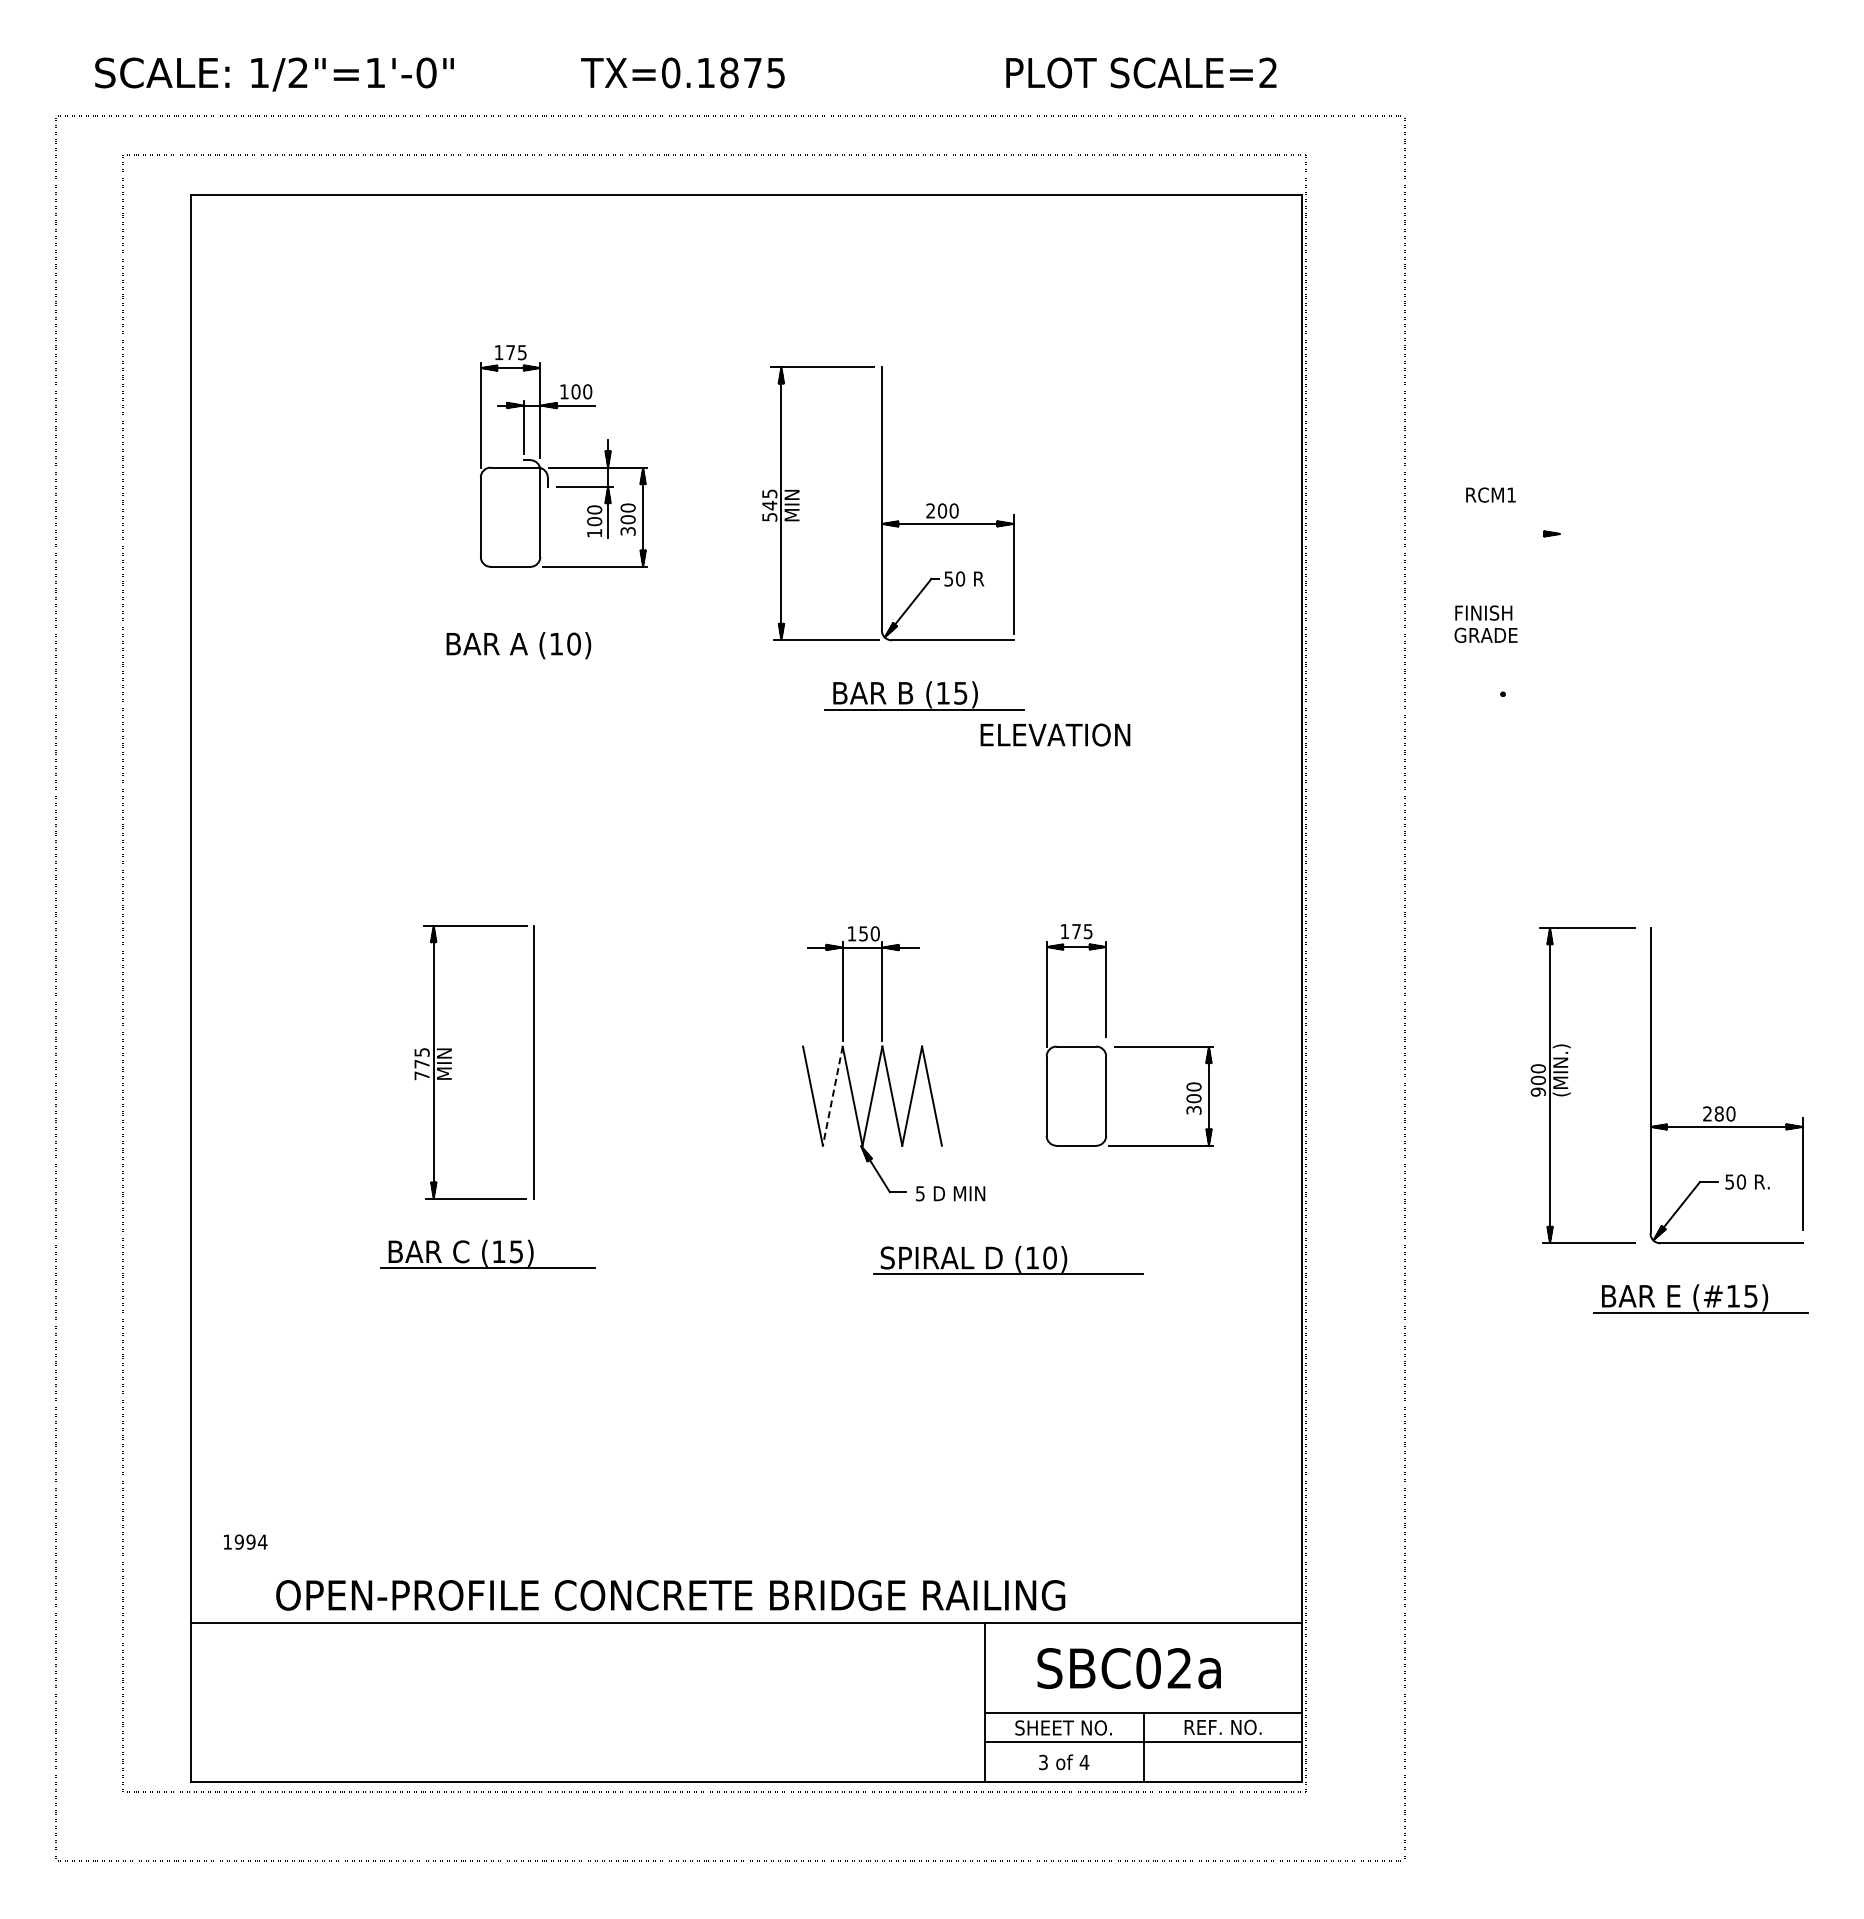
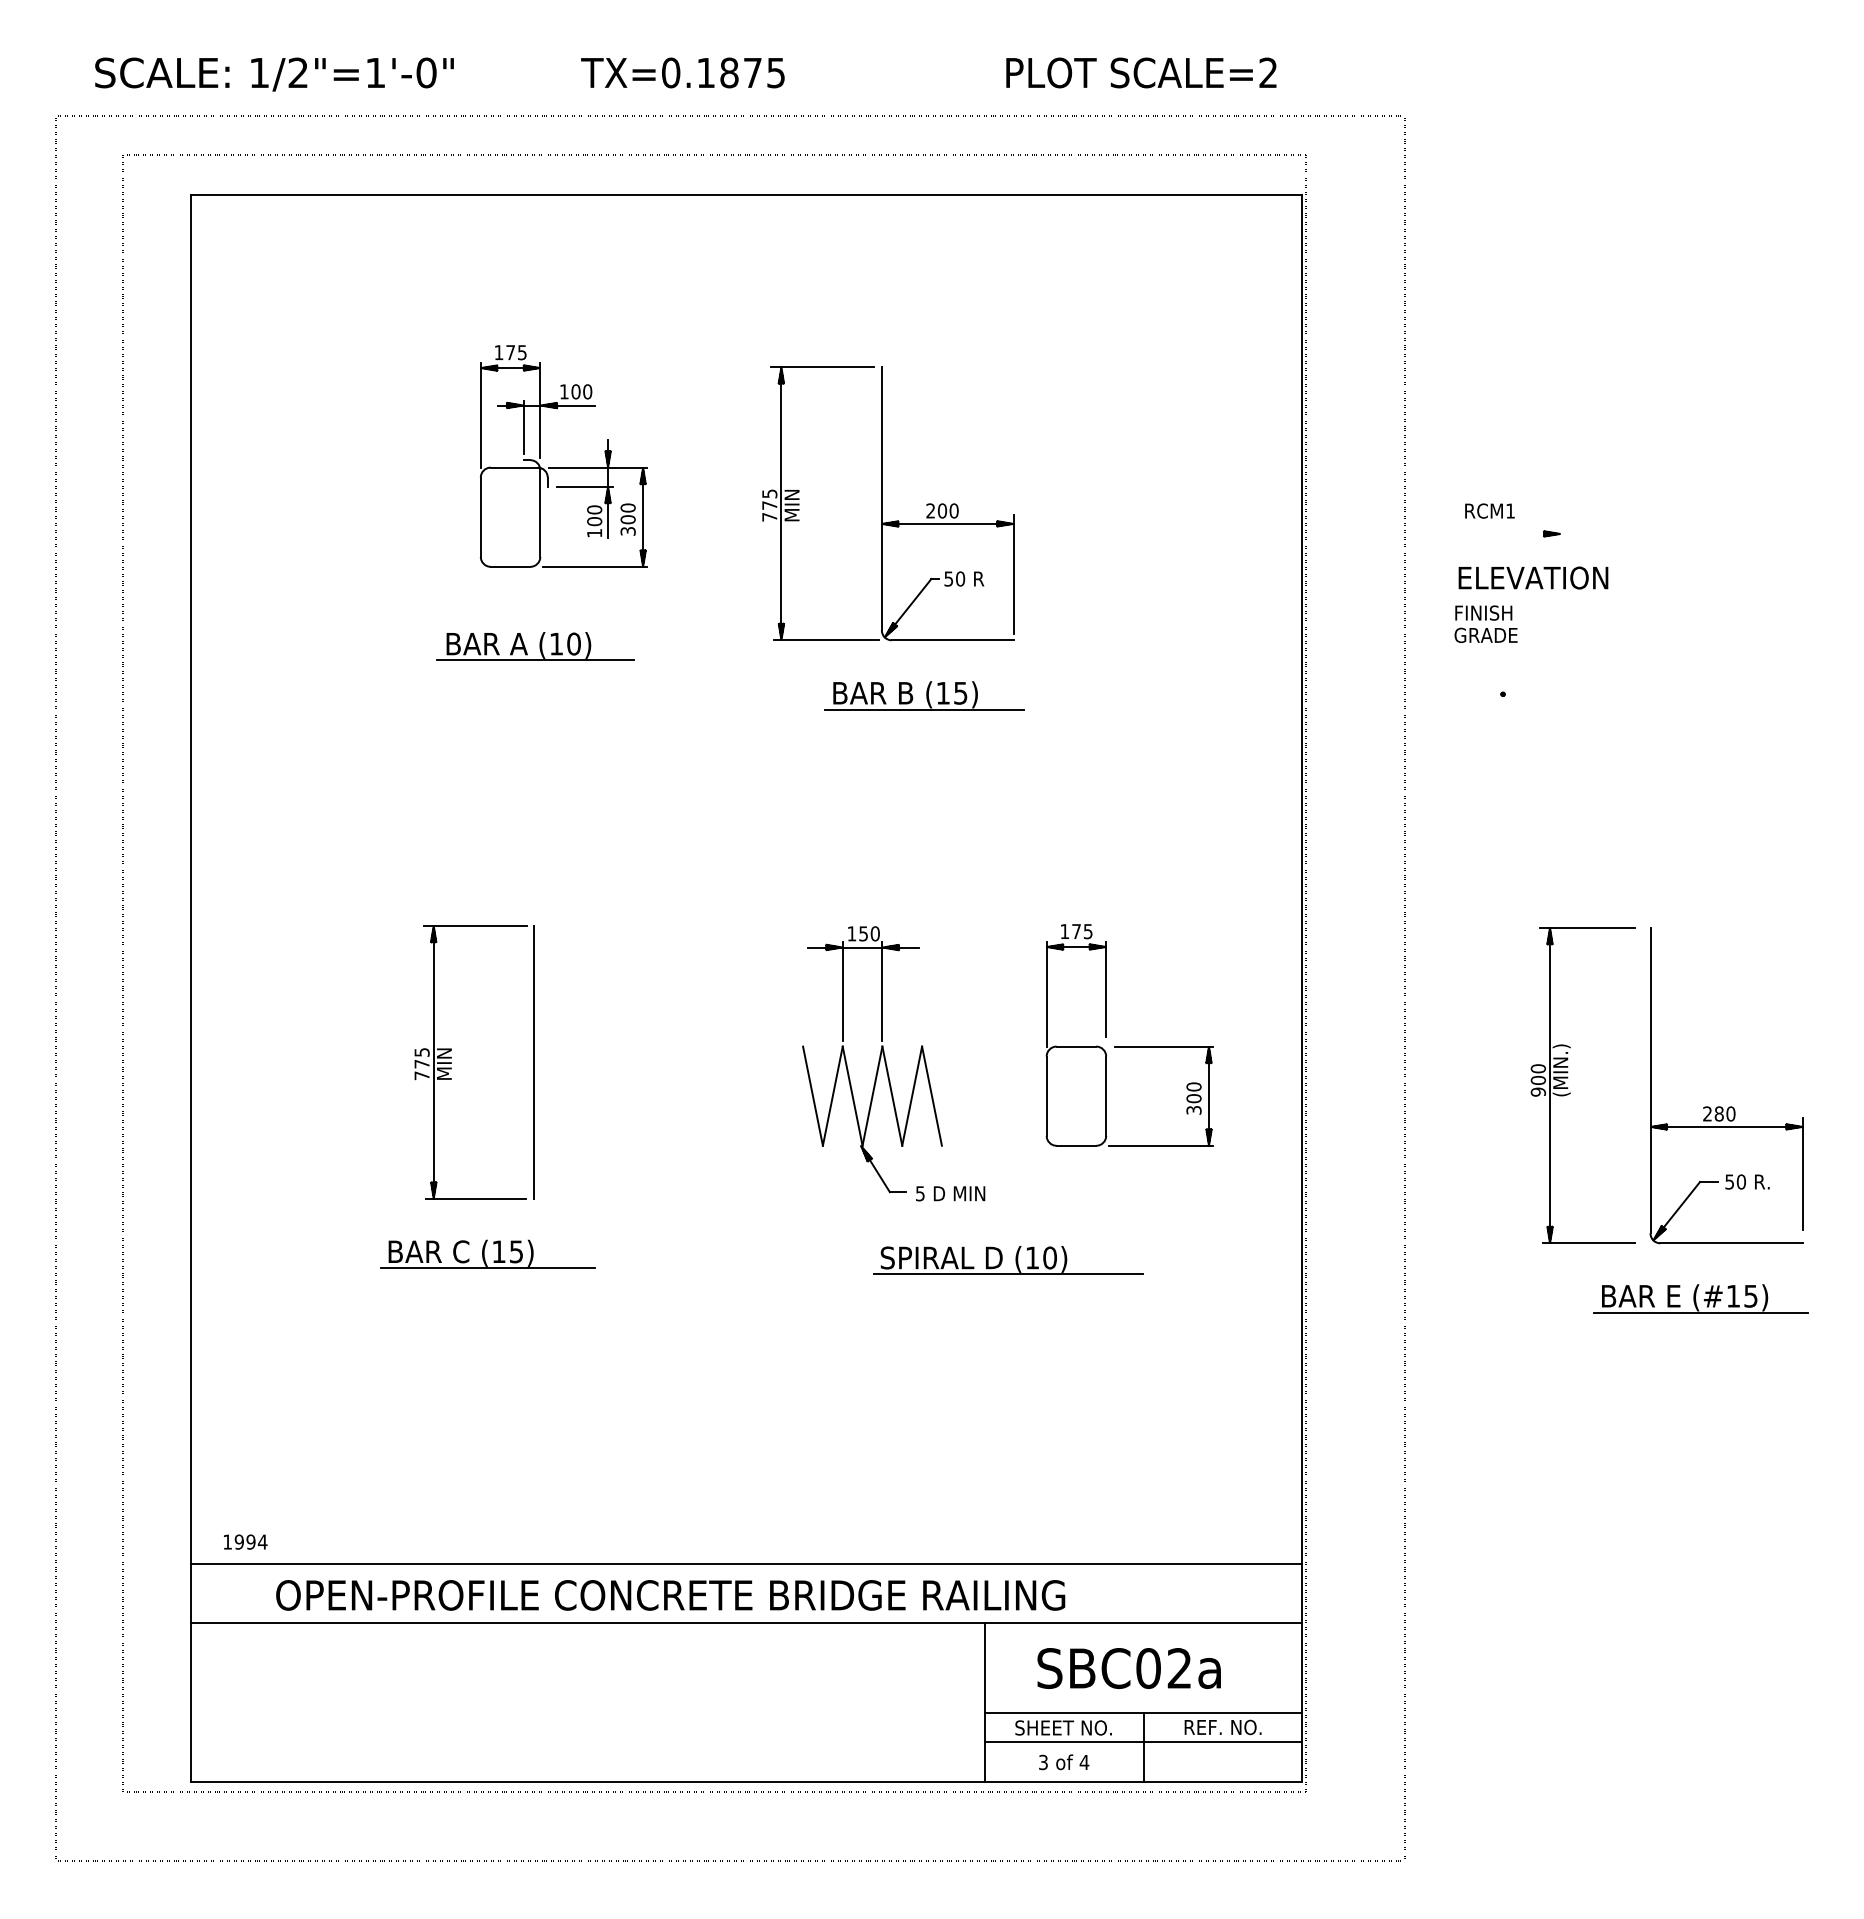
text at (1490, 494) position: (1490, 494) -> (1489, 510)
text at (769, 510): 545 -> 775
line at (534, 660): none -> present
text at (1055, 734) position: (1055, 734) -> (1533, 577)
line at (832, 1096): dashed -> solid
line at (746, 1563): none -> present
